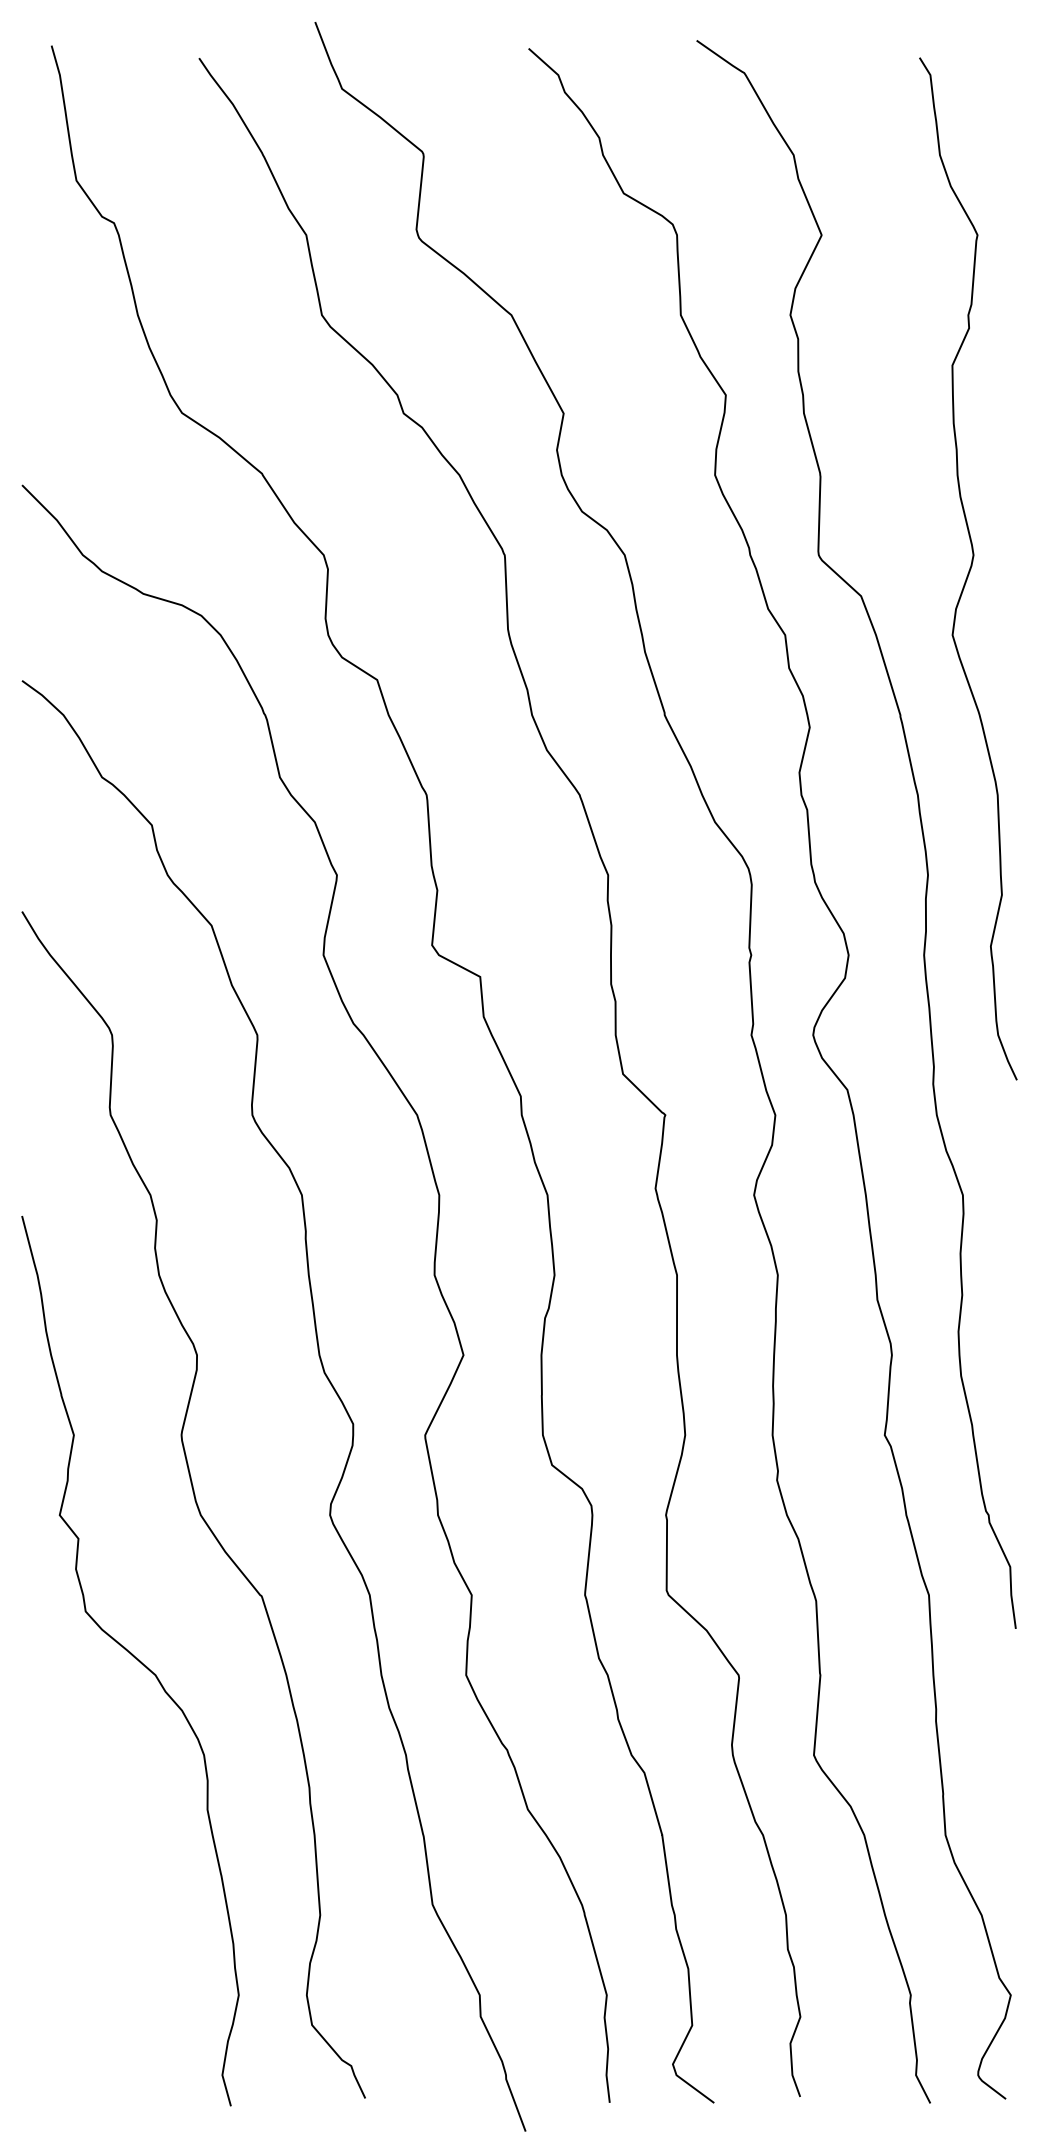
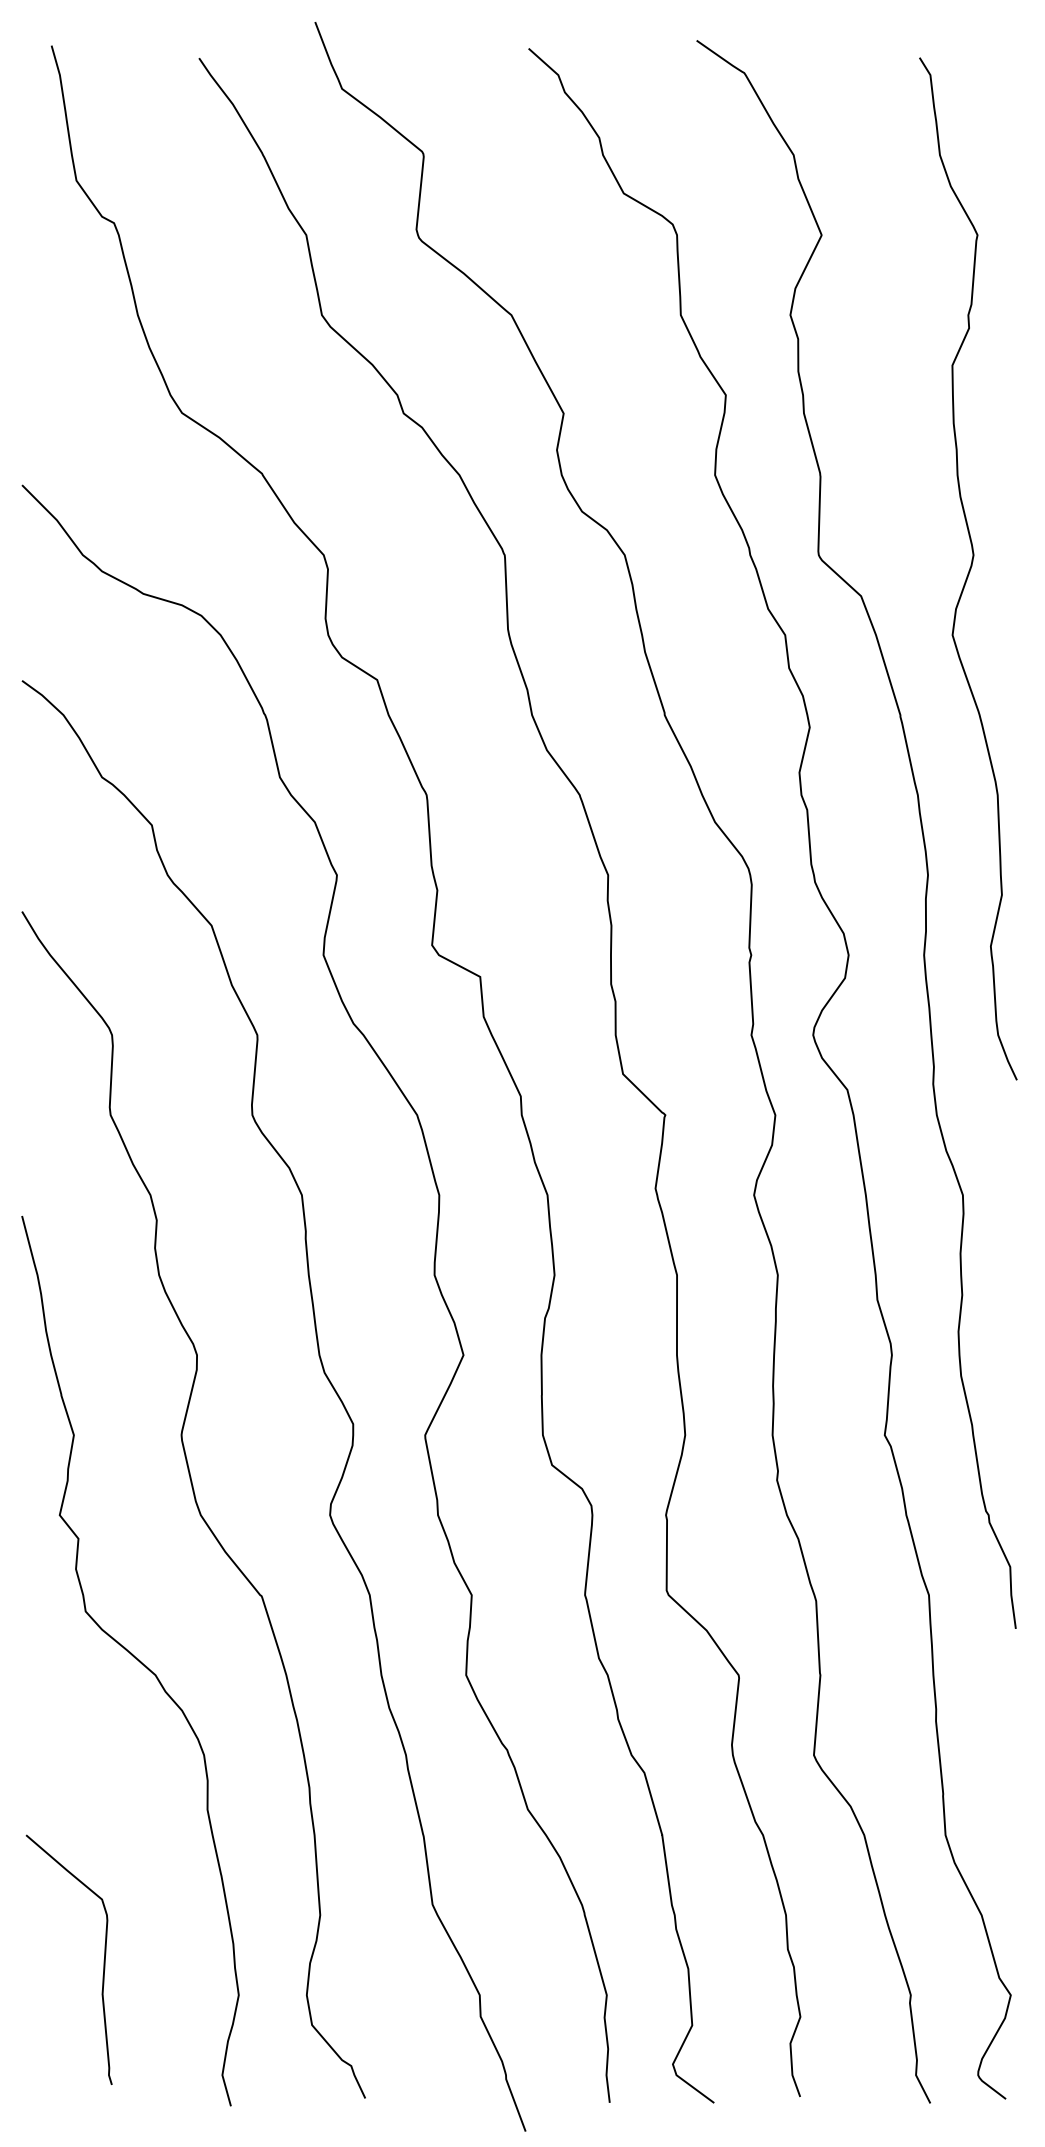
curve at (103, 1960): none -> present
